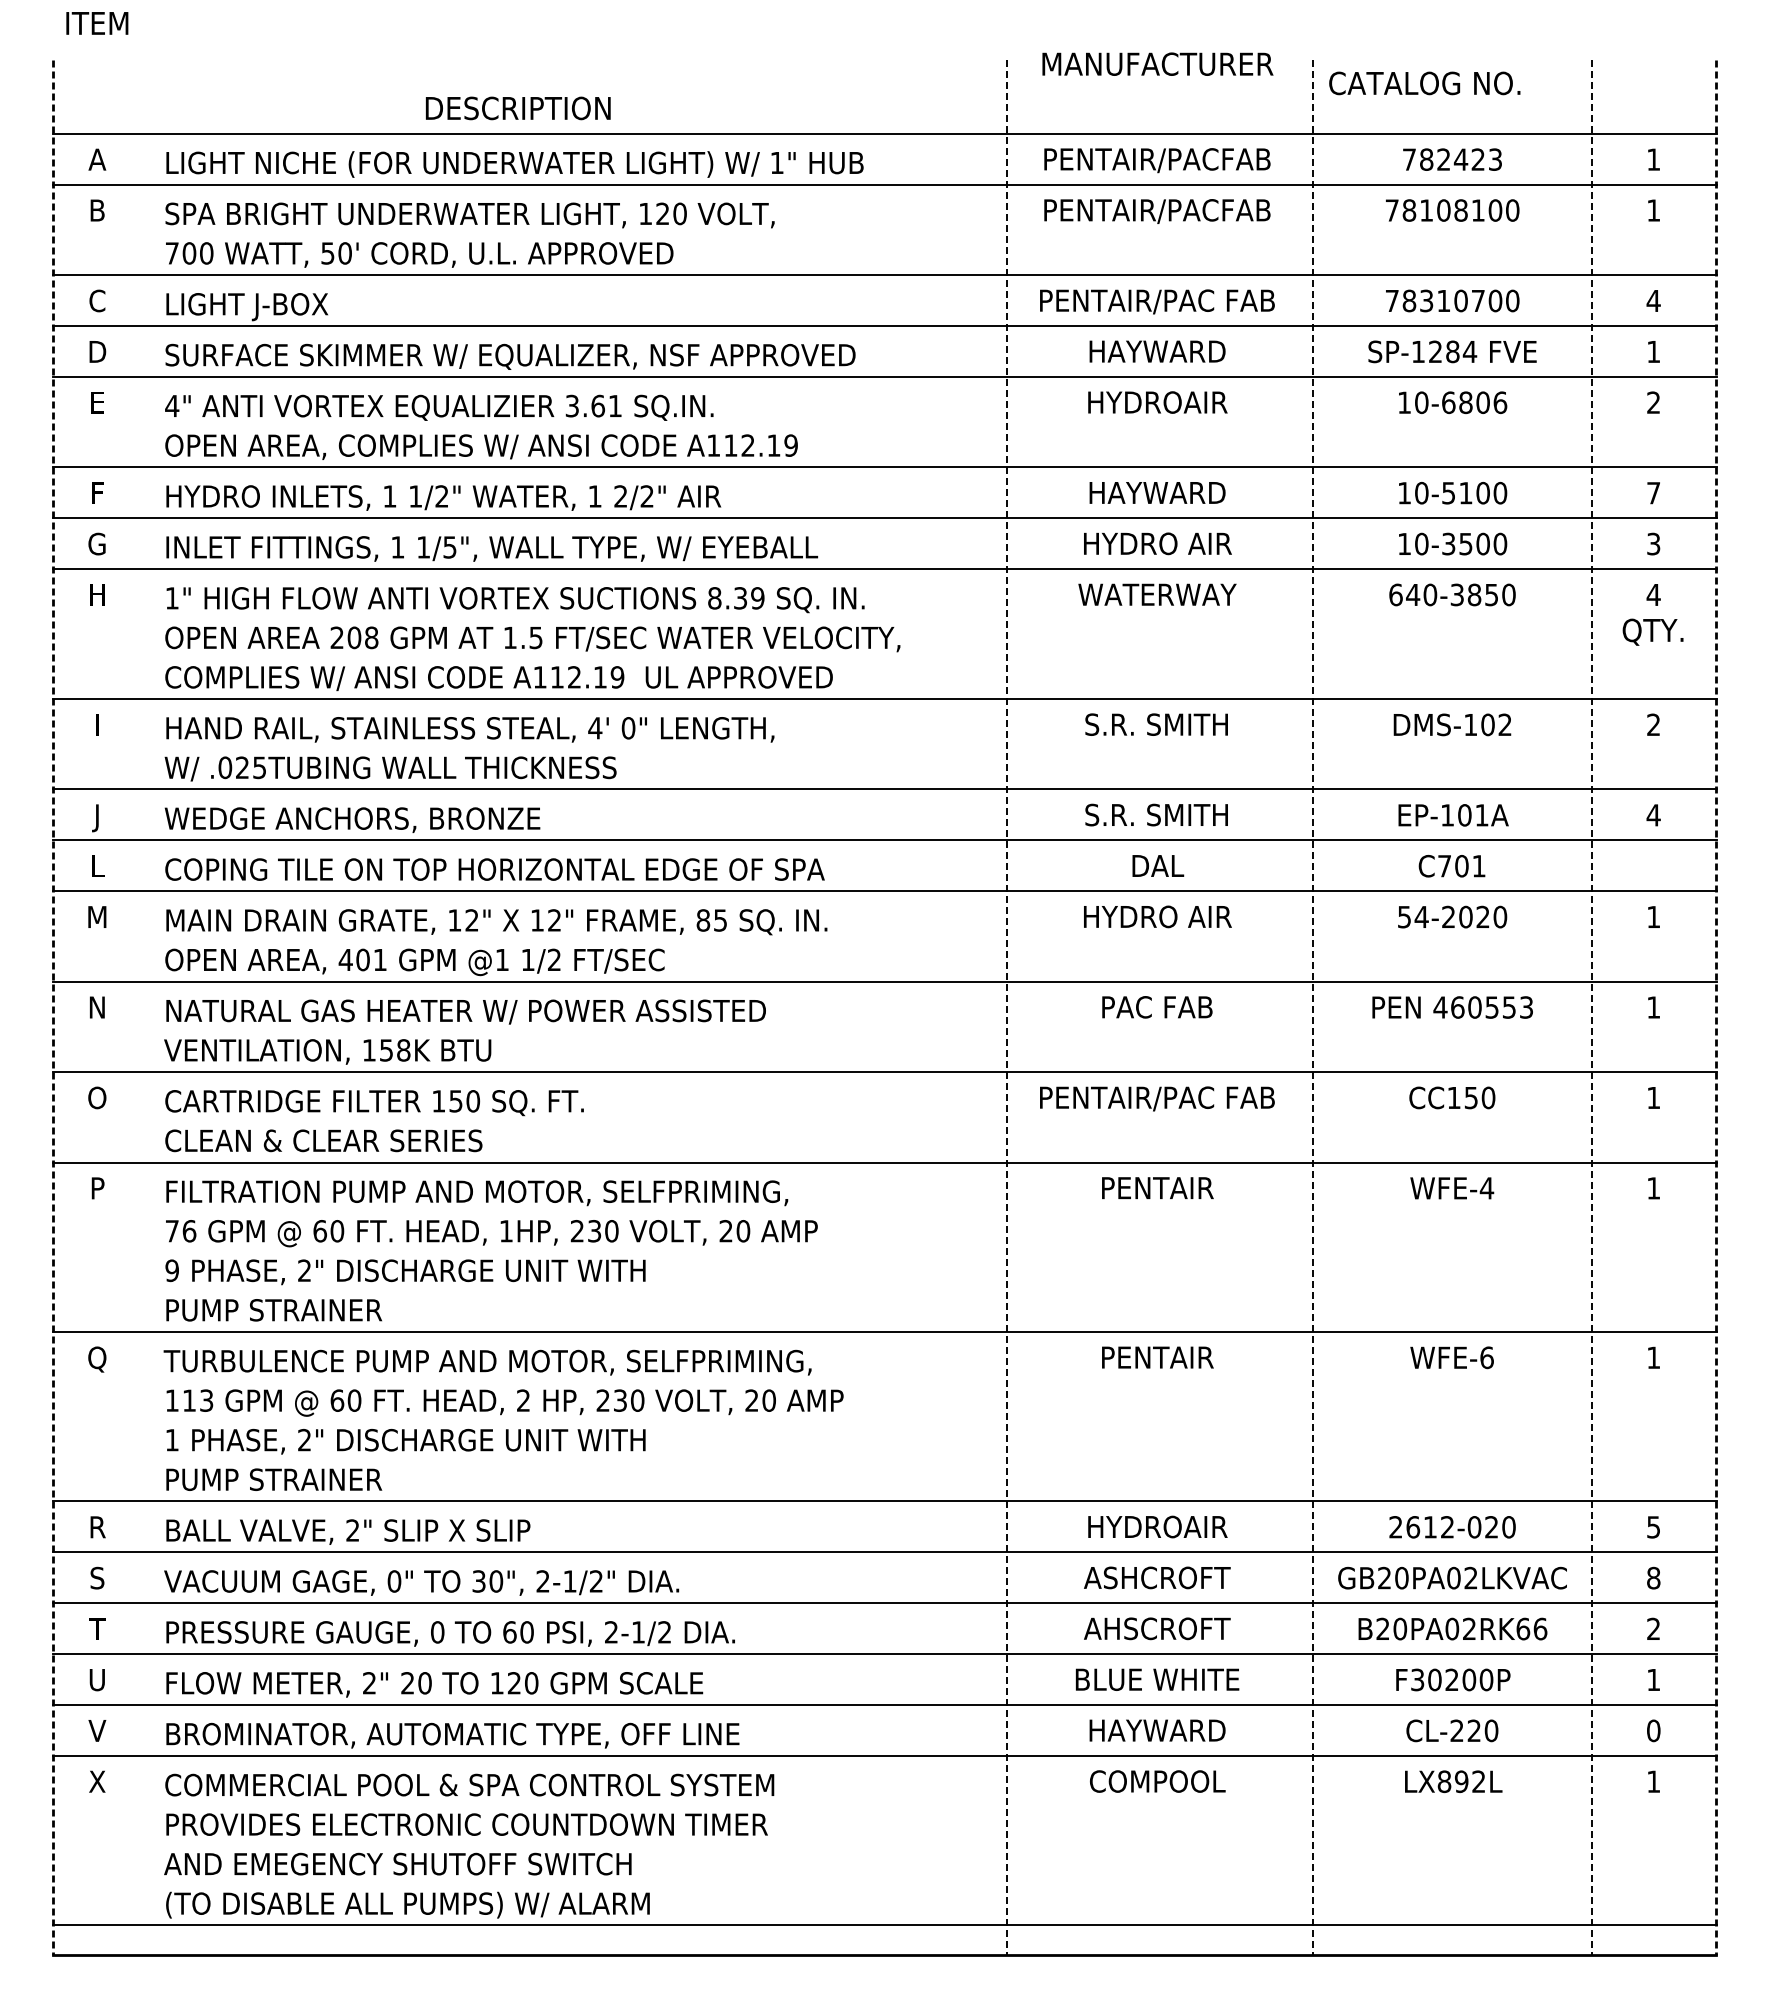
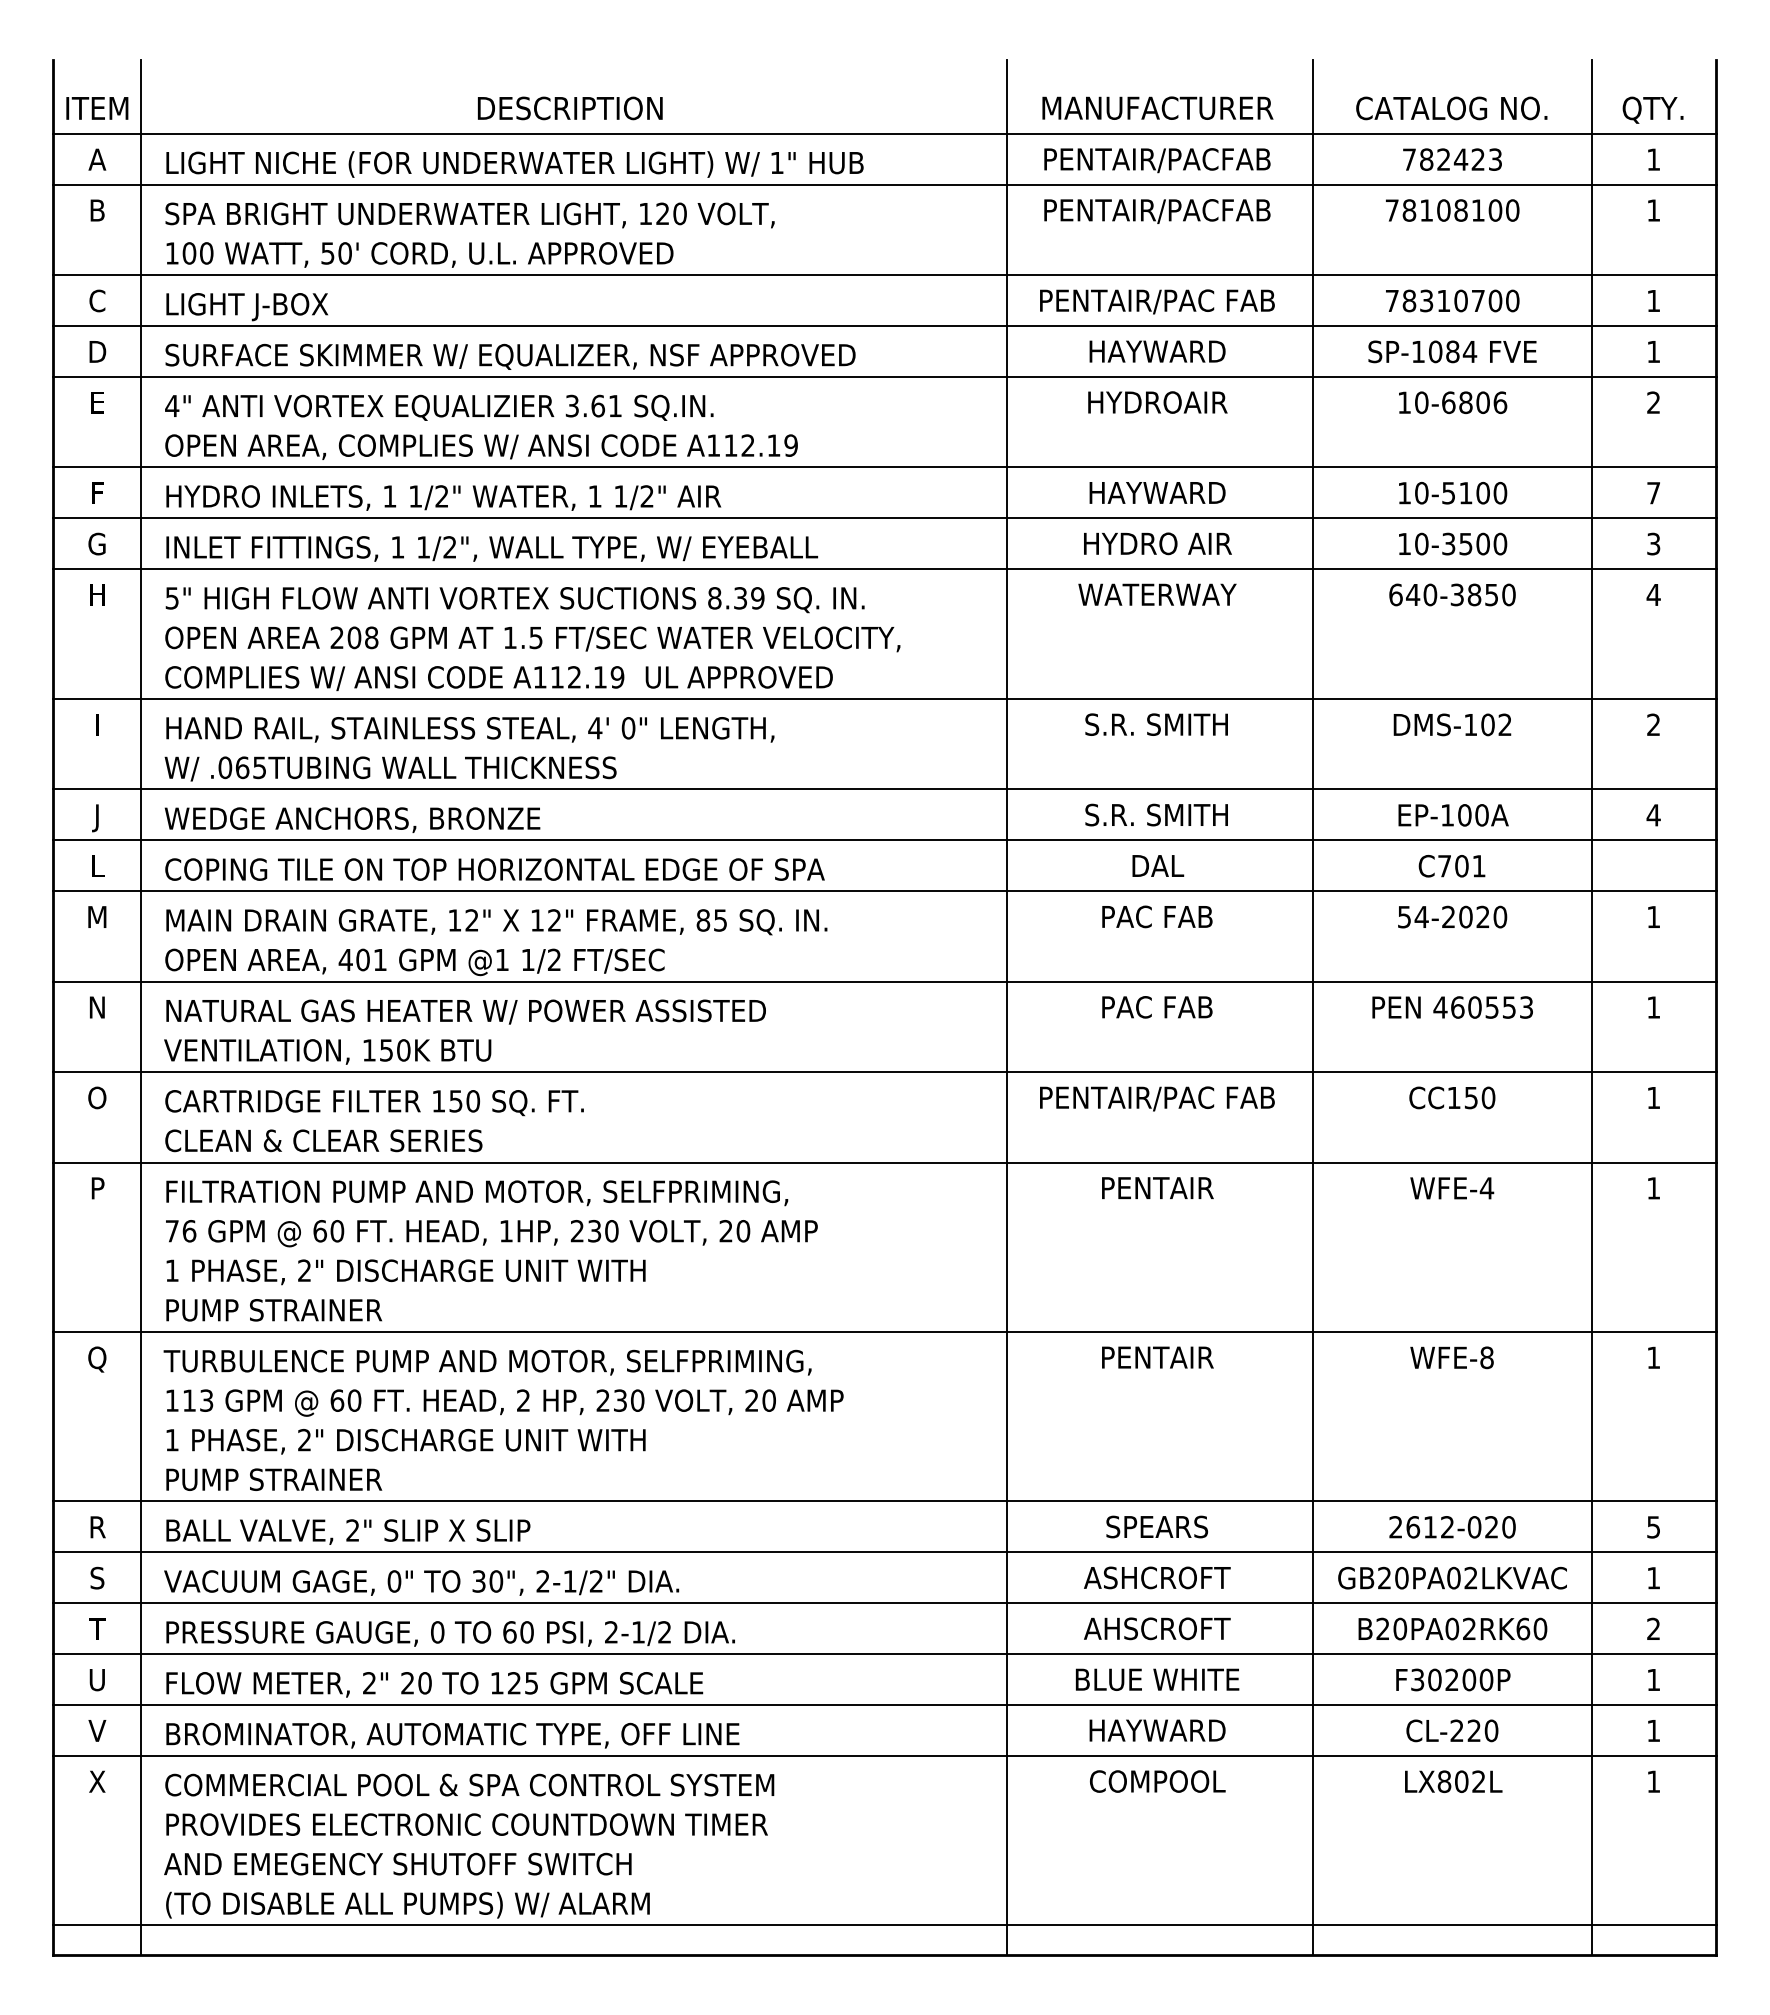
text at (97, 23) position: (97, 23) -> (97, 108)
text at (1157, 63) position: (1157, 63) -> (1157, 107)
text at (1424, 83) position: (1424, 83) -> (1451, 108)
text at (518, 108) position: (518, 108) -> (570, 108)
text at (172, 253): 700 -> 100
text at (1653, 300): 4 -> 1
text at (1435, 351): SP-1284 -> SP-1084
text at (620, 496): 2/2" -> 1/2"
text at (449, 547): 1/5", -> 1/2",
text at (171, 598): 1" -> 5"
text at (1652, 631) position: (1652, 631) -> (1652, 109)
text at (242, 767): .025TUBING -> .065TUBING
text at (1481, 815): EP-101A -> EP-100A
text at (1157, 916): HYDRO AIR -> PAC FAB
line at (53, 1007): dashed -> solid
line at (141, 1007): none -> present
line at (1006, 1007): dashed -> solid
line at (1313, 1007): dashed -> solid
line at (1591, 1007): dashed -> solid
line at (1715, 1007): dashed -> solid
text at (403, 1050): 158K -> 150K
text at (171, 1270): 9 -> 1
text at (1486, 1357): WFE-6 -> WFE-8
text at (1157, 1526): HYDROAIR -> SPEARS
text at (1653, 1577): 8 -> 1
text at (1540, 1628): B20PA02RK66 -> B20PA02RK60
text at (531, 1683): 120 -> 125
text at (1653, 1730): 0 -> 1
text at (1461, 1781): LX892L -> LX802L
